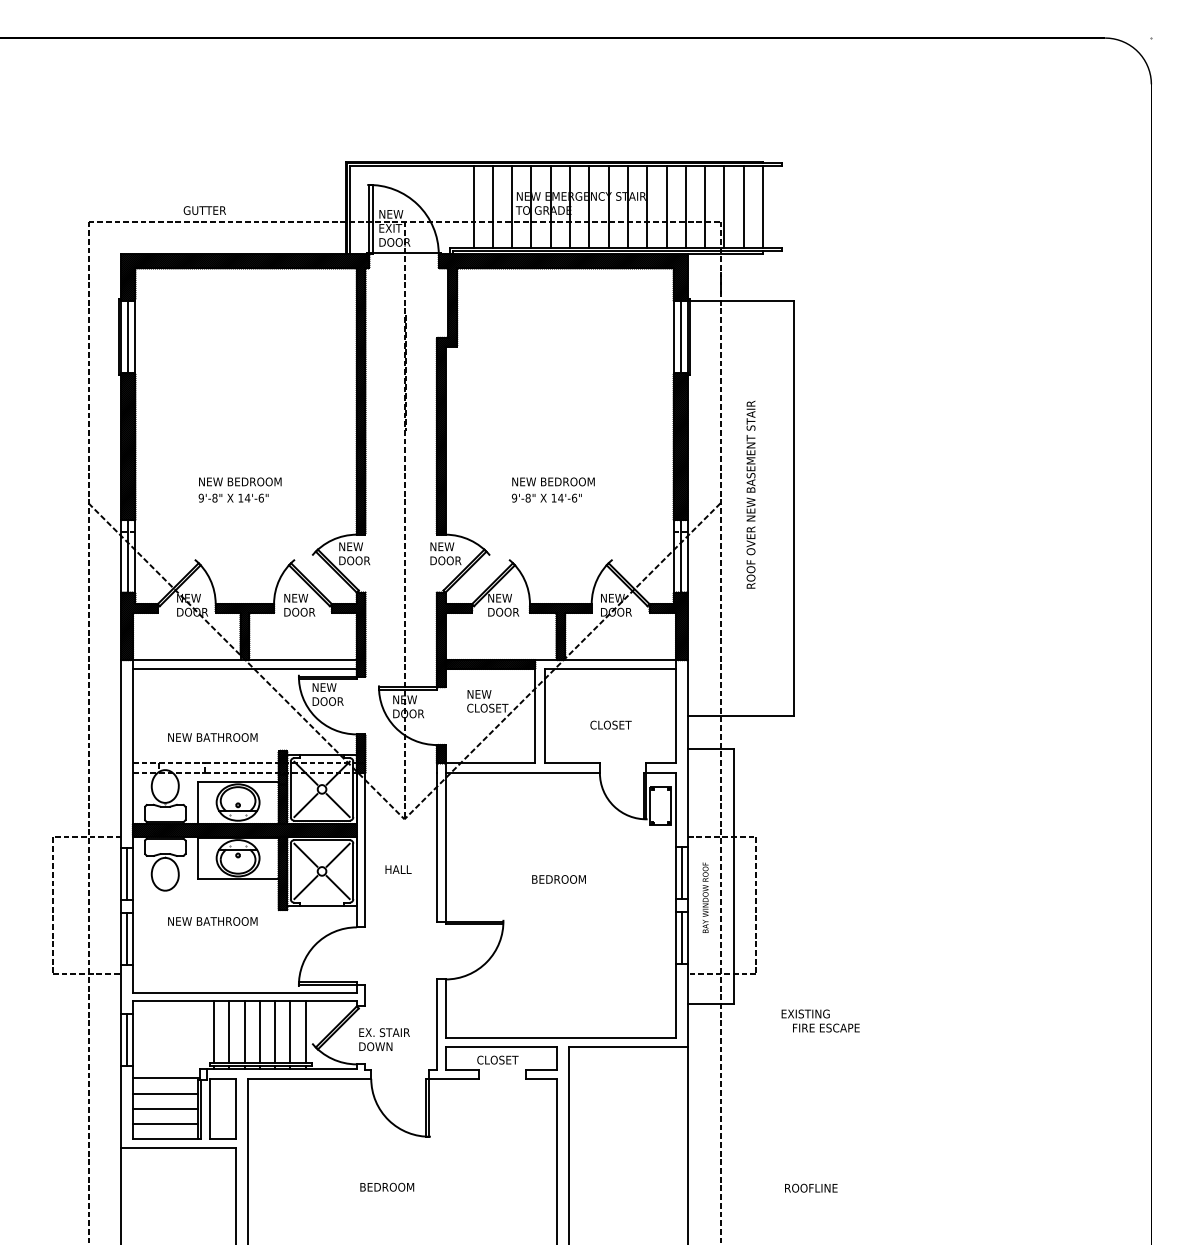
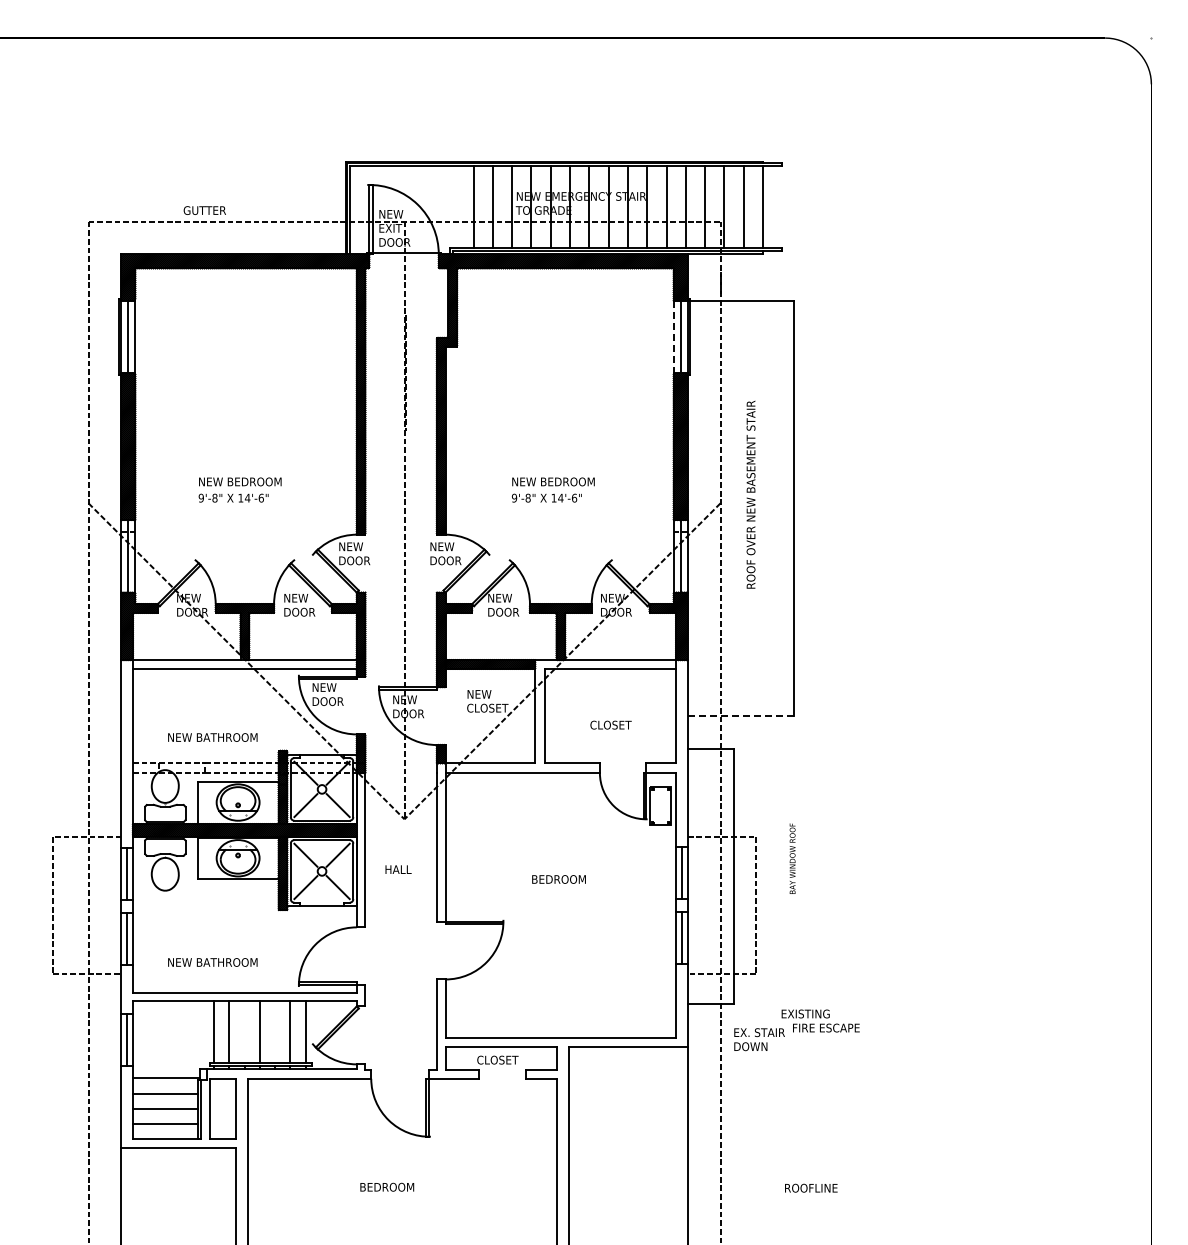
line at (673, 337): solid -> dashed
line at (741, 715): solid -> dashed
text at (705, 897) position: (705, 897) -> (792, 858)
text at (212, 921) position: (212, 921) -> (212, 962)
line at (244, 1031): present -> none
line at (275, 1031): present -> none
text at (384, 1039) position: (384, 1039) -> (759, 1039)
